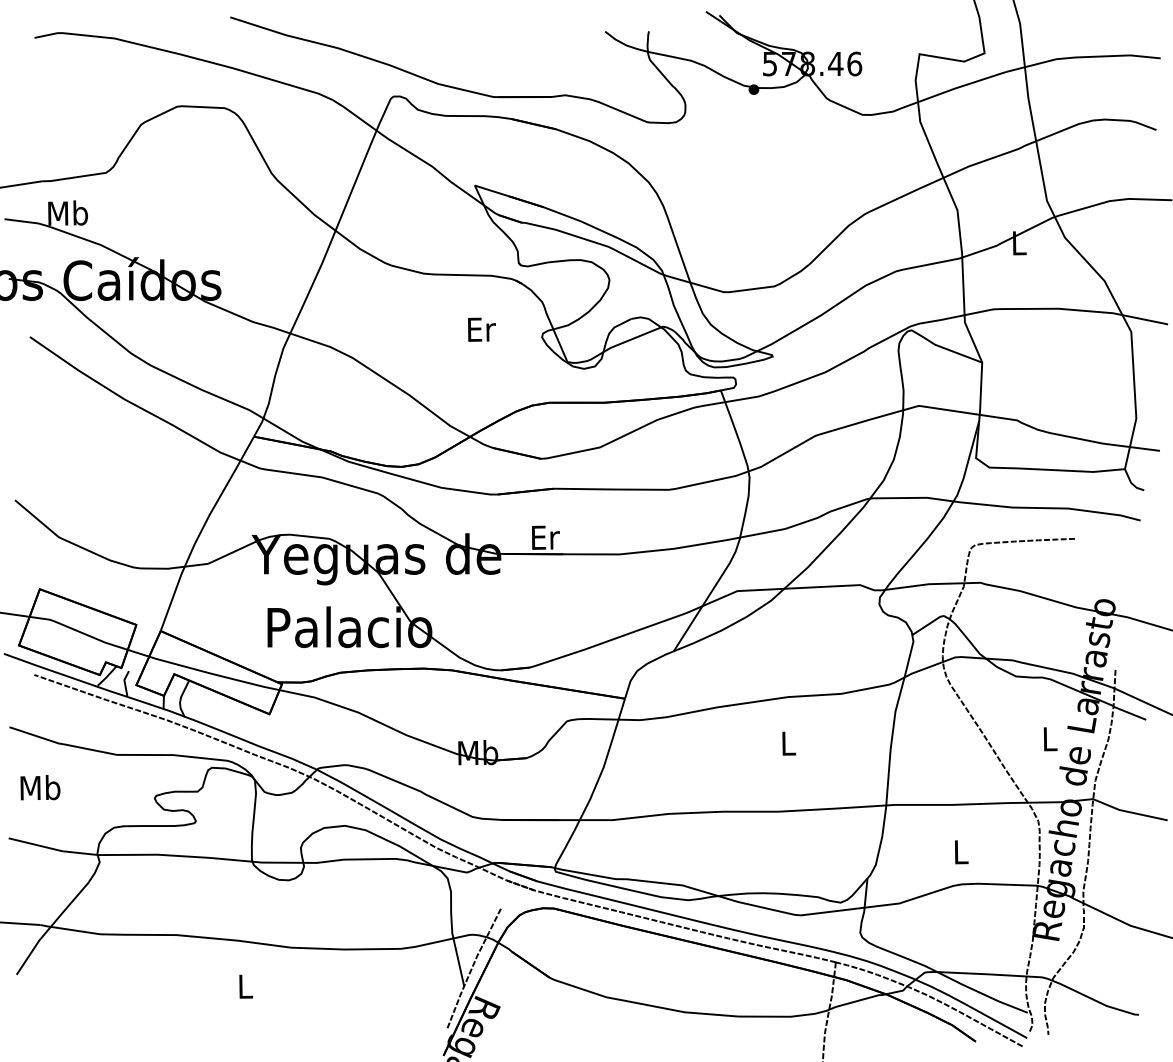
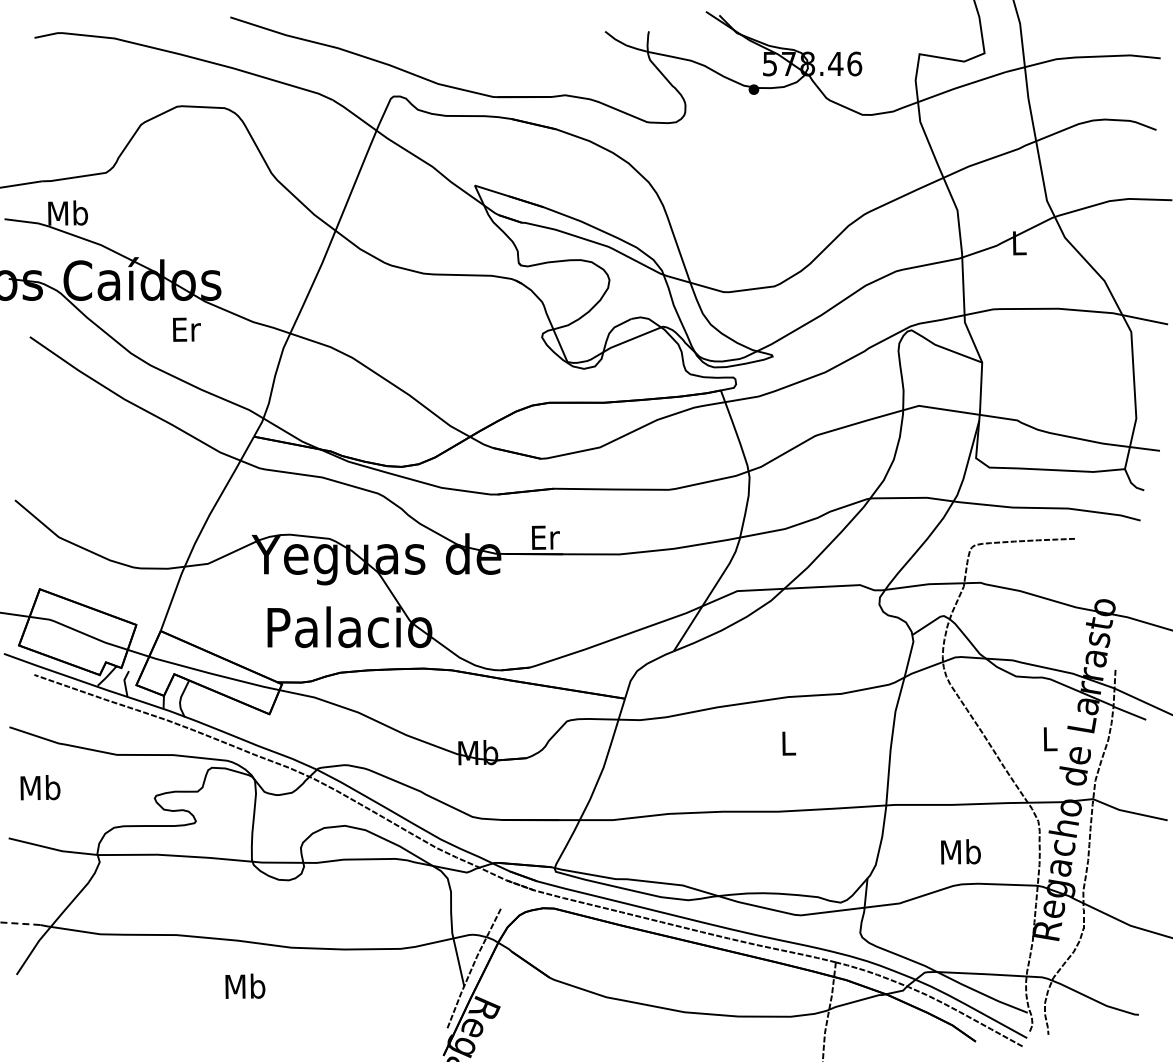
text at (481, 329) position: (481, 329) -> (186, 329)
text at (960, 851): L -> Mb
line at (20, 923): solid -> dashed
text at (245, 985): L -> Mb
